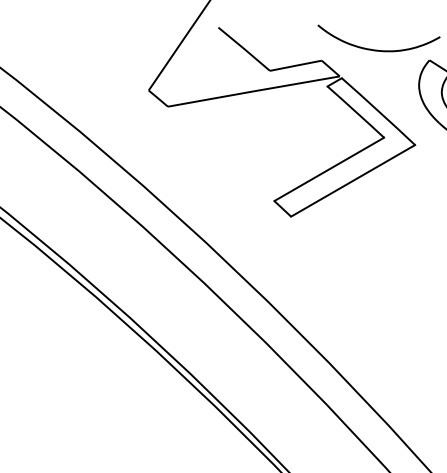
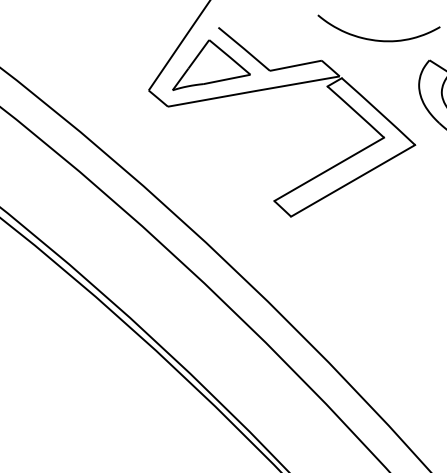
curve at (378, 49) position: (378, 49) -> (378, 39)
part at (211, 64): none -> present
